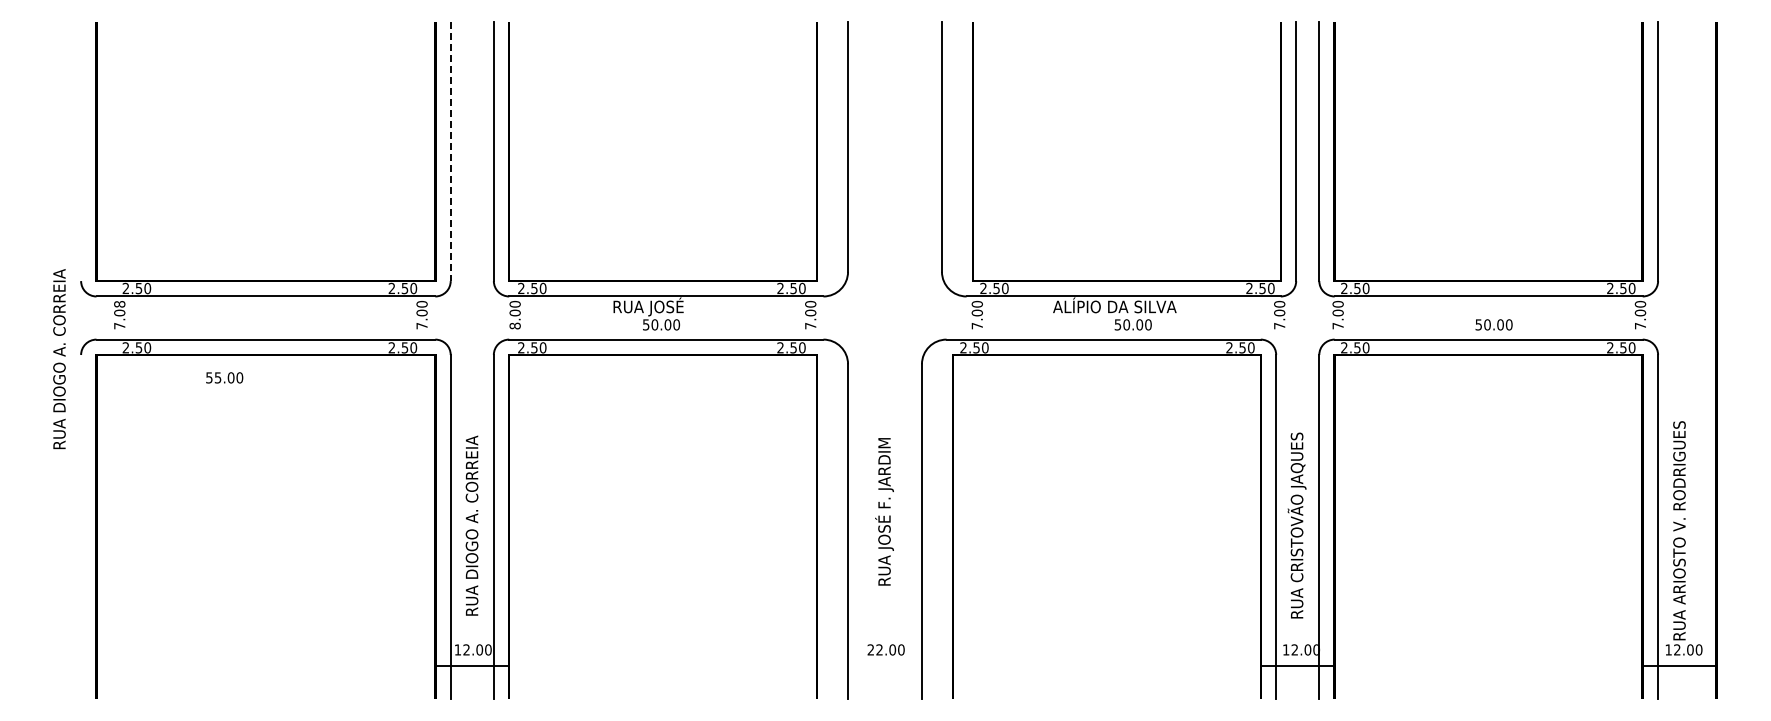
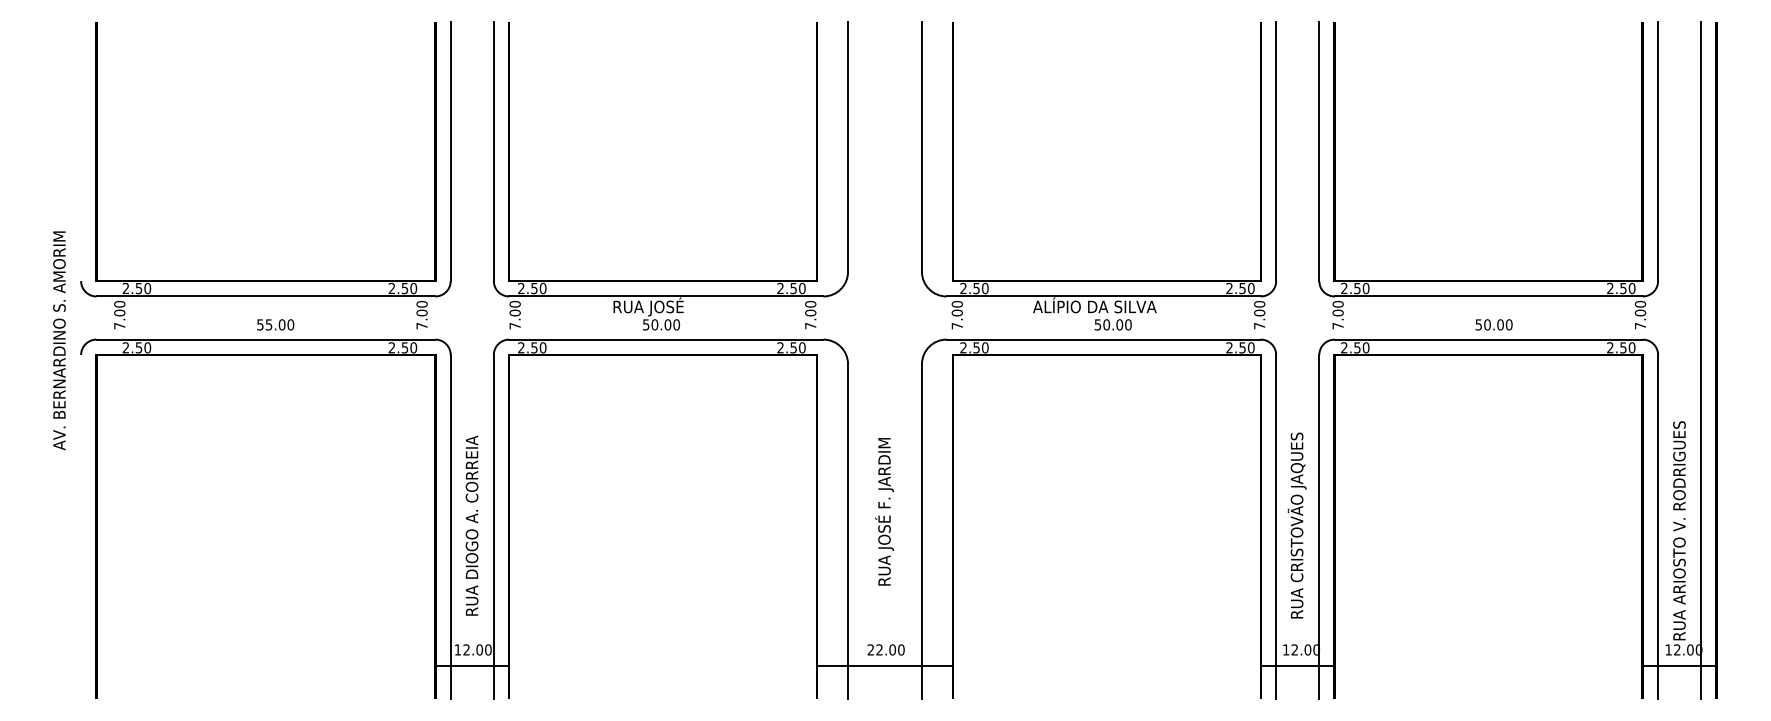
line at (450, 151): dashed -> solid
part at (1119, 280) position: (1119, 280) -> (1099, 280)
text at (119, 303): 7.08 -> 7.00
text at (514, 325): 8.00 -> 7.00
text at (59, 340): RUA DIOGO A. CORREIA -> AV. BERNARDINO S. AMORIM
line at (1701, 360): none -> present
text at (224, 377) position: (224, 377) -> (275, 324)
line at (884, 666): none -> present
